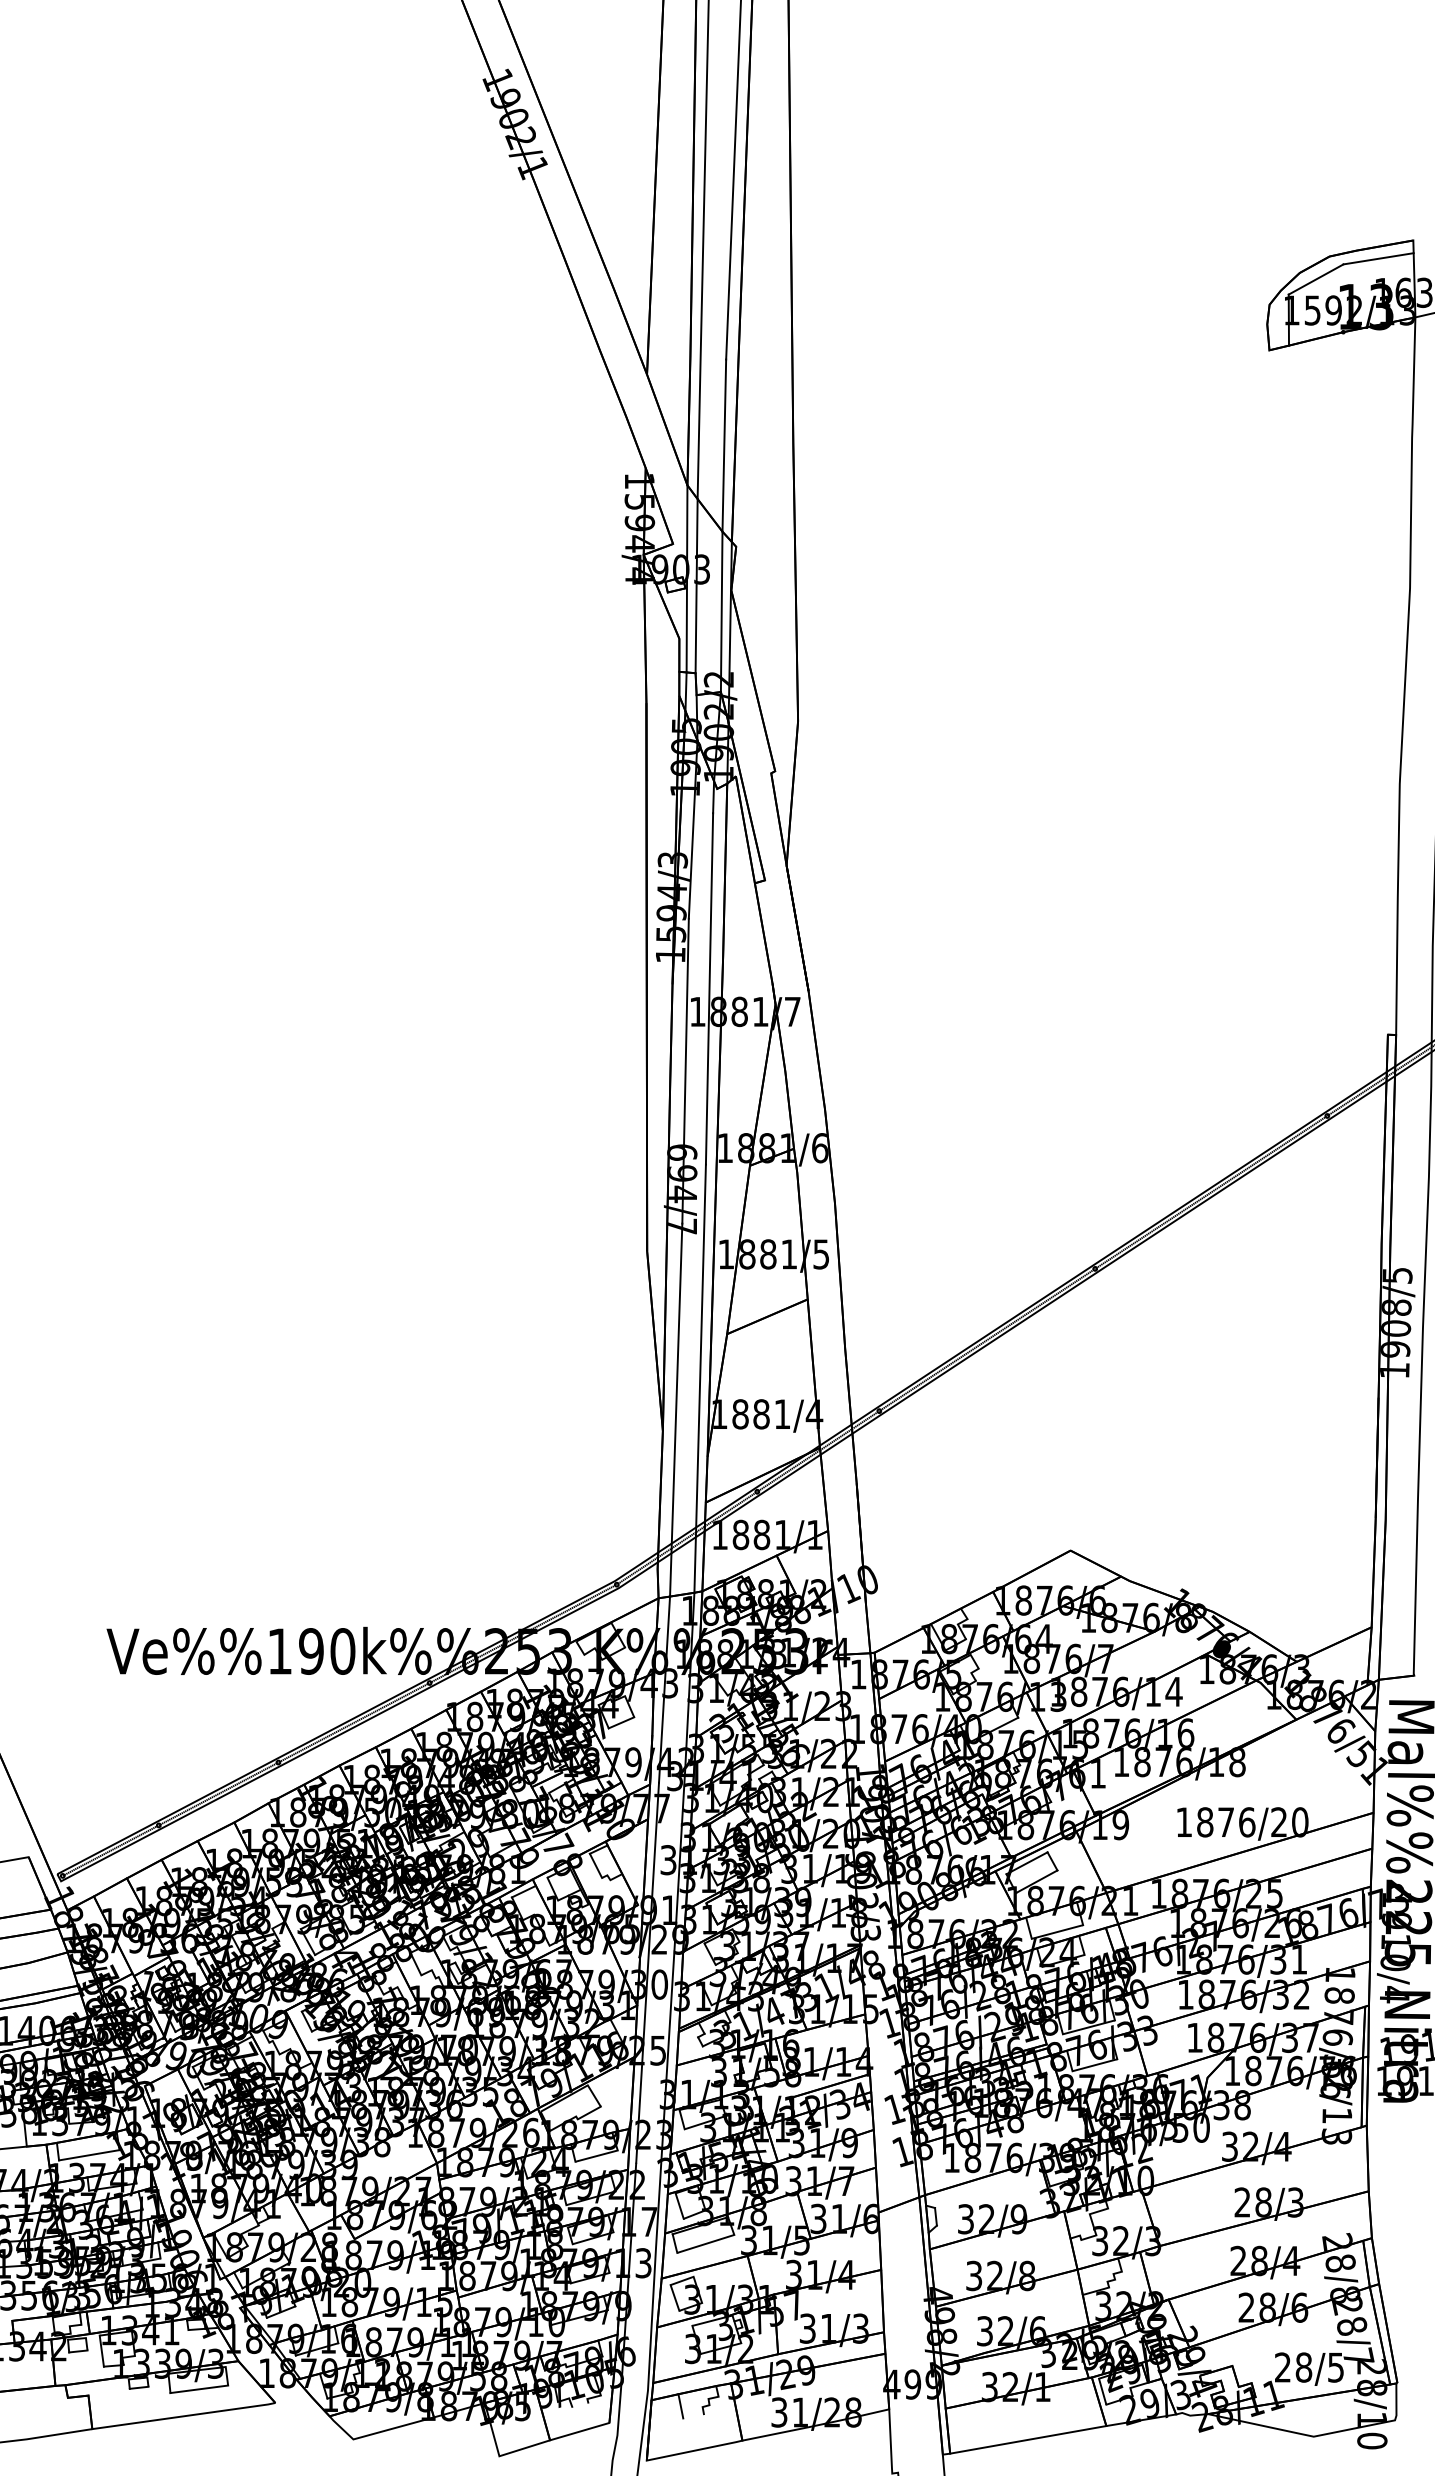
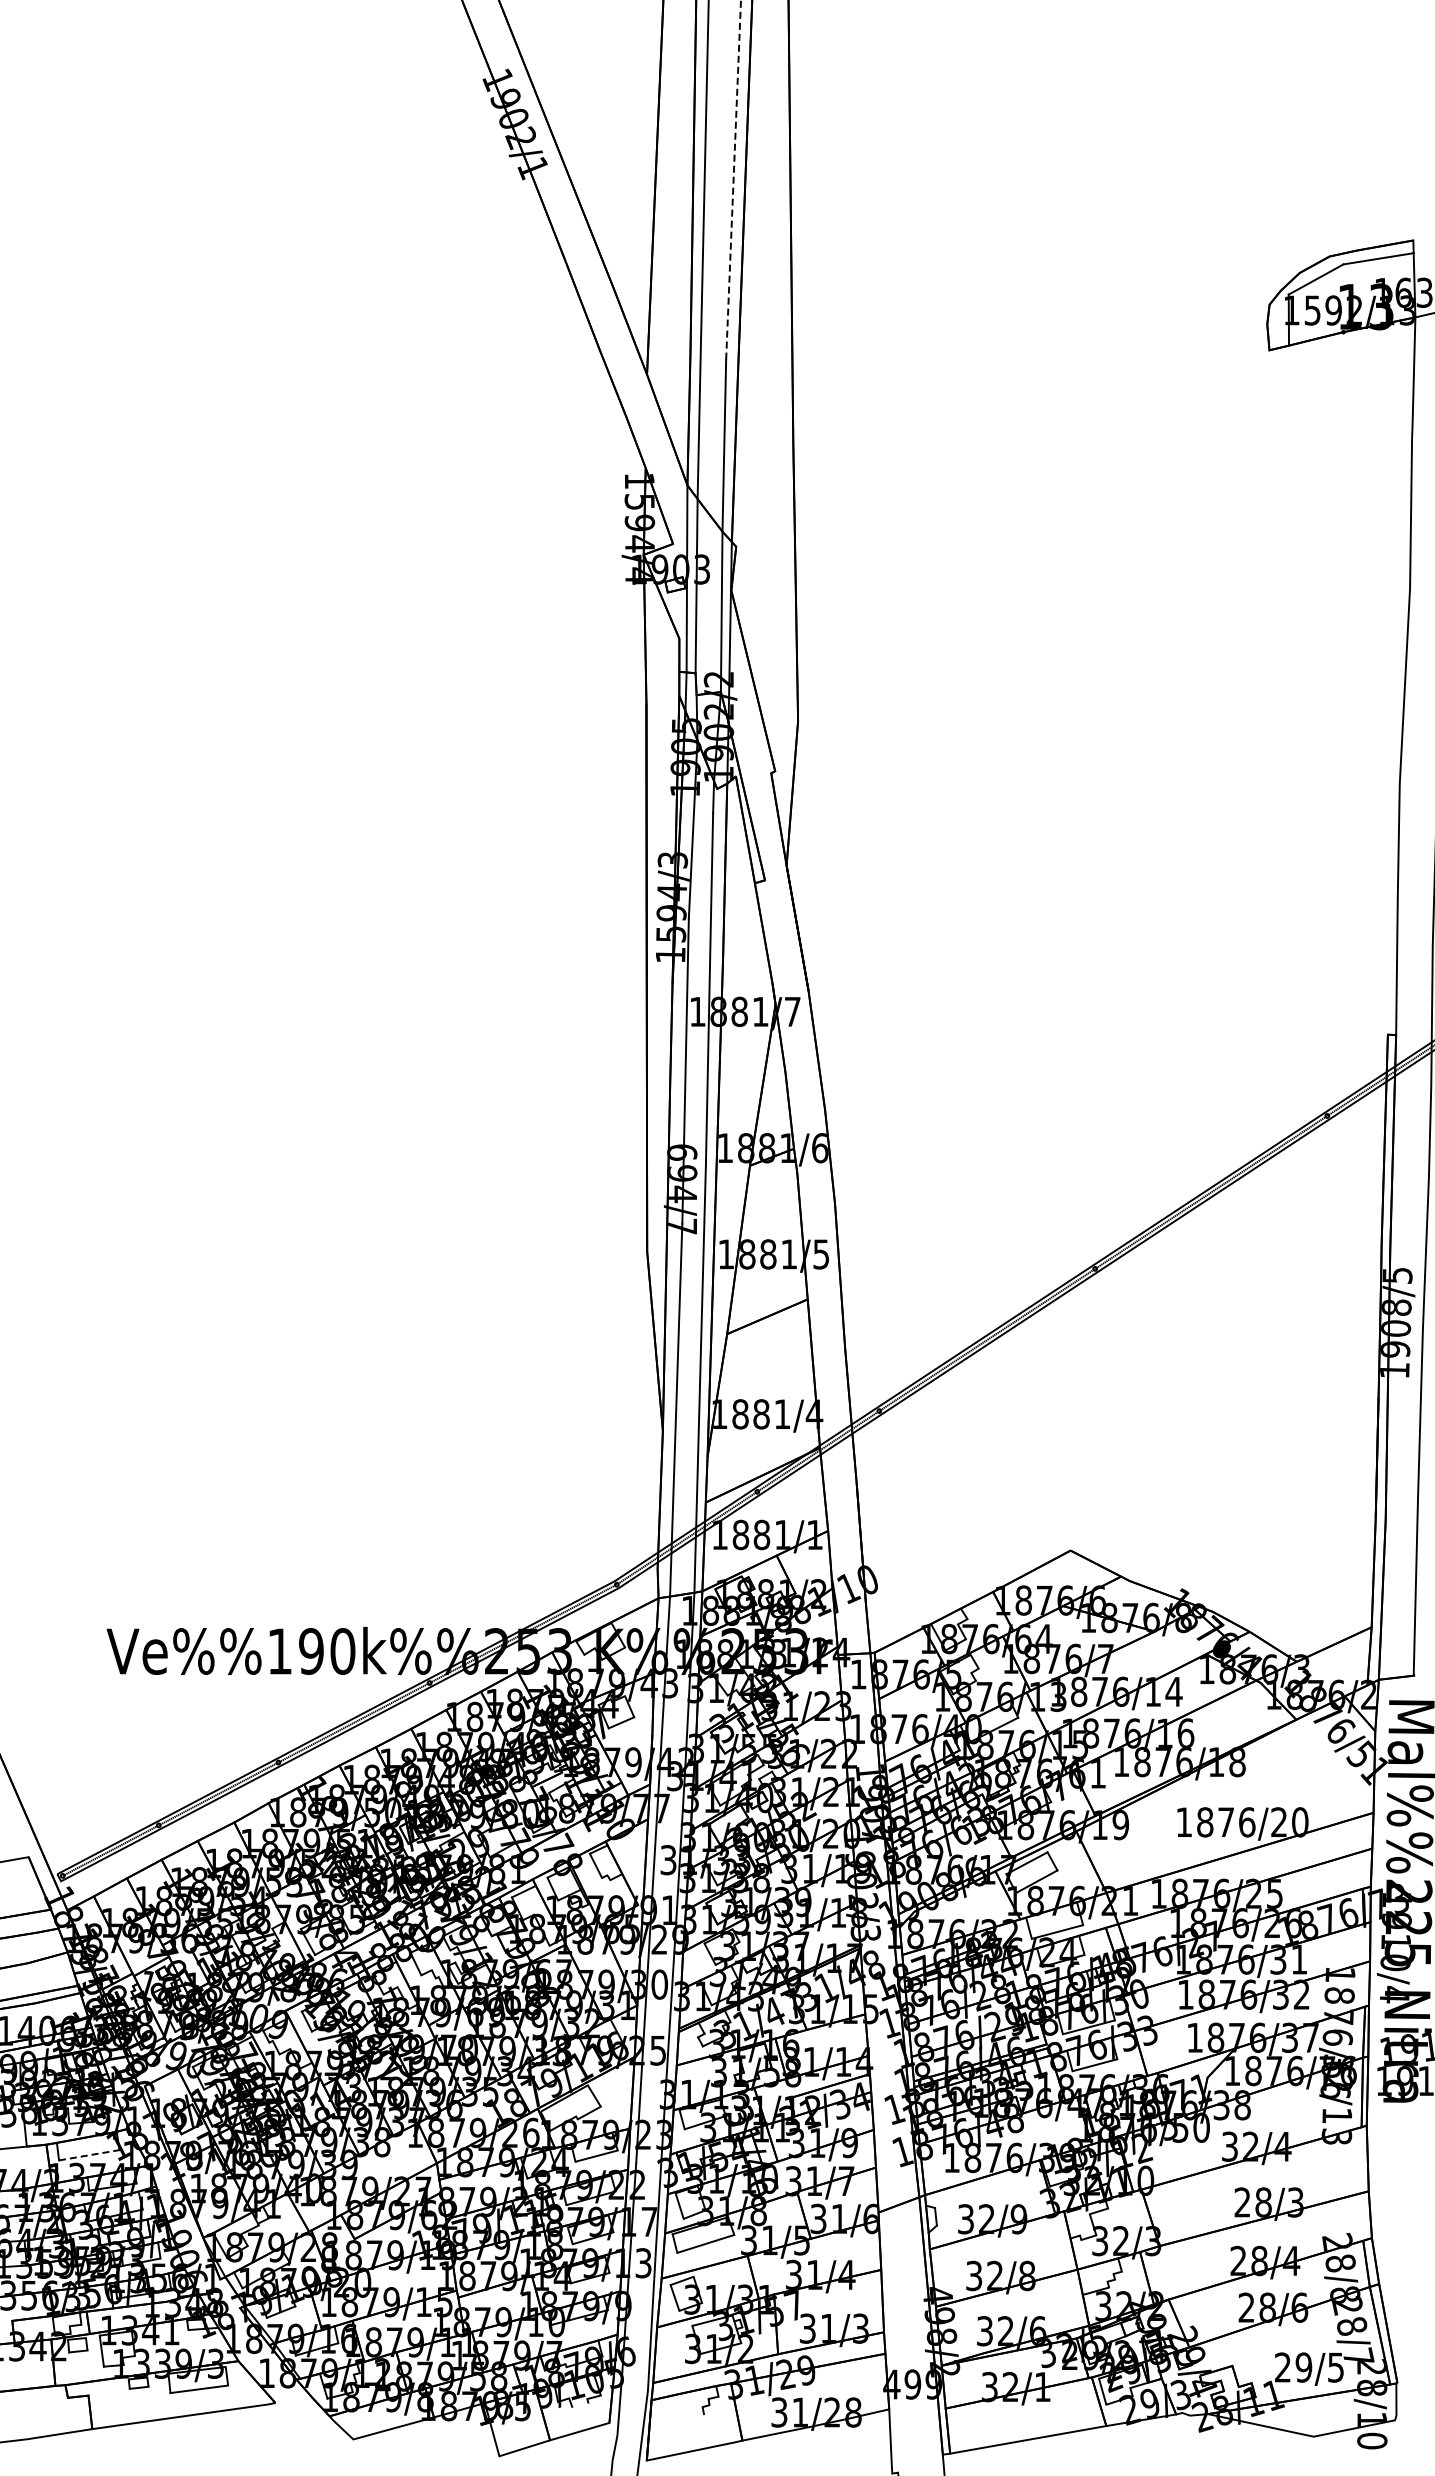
line at (733, 179): solid -> dashed
line at (89, 2155): solid -> dashed
text at (1303, 2367): 28/5 -> 29/5
line at (680, 2406): present -> none
